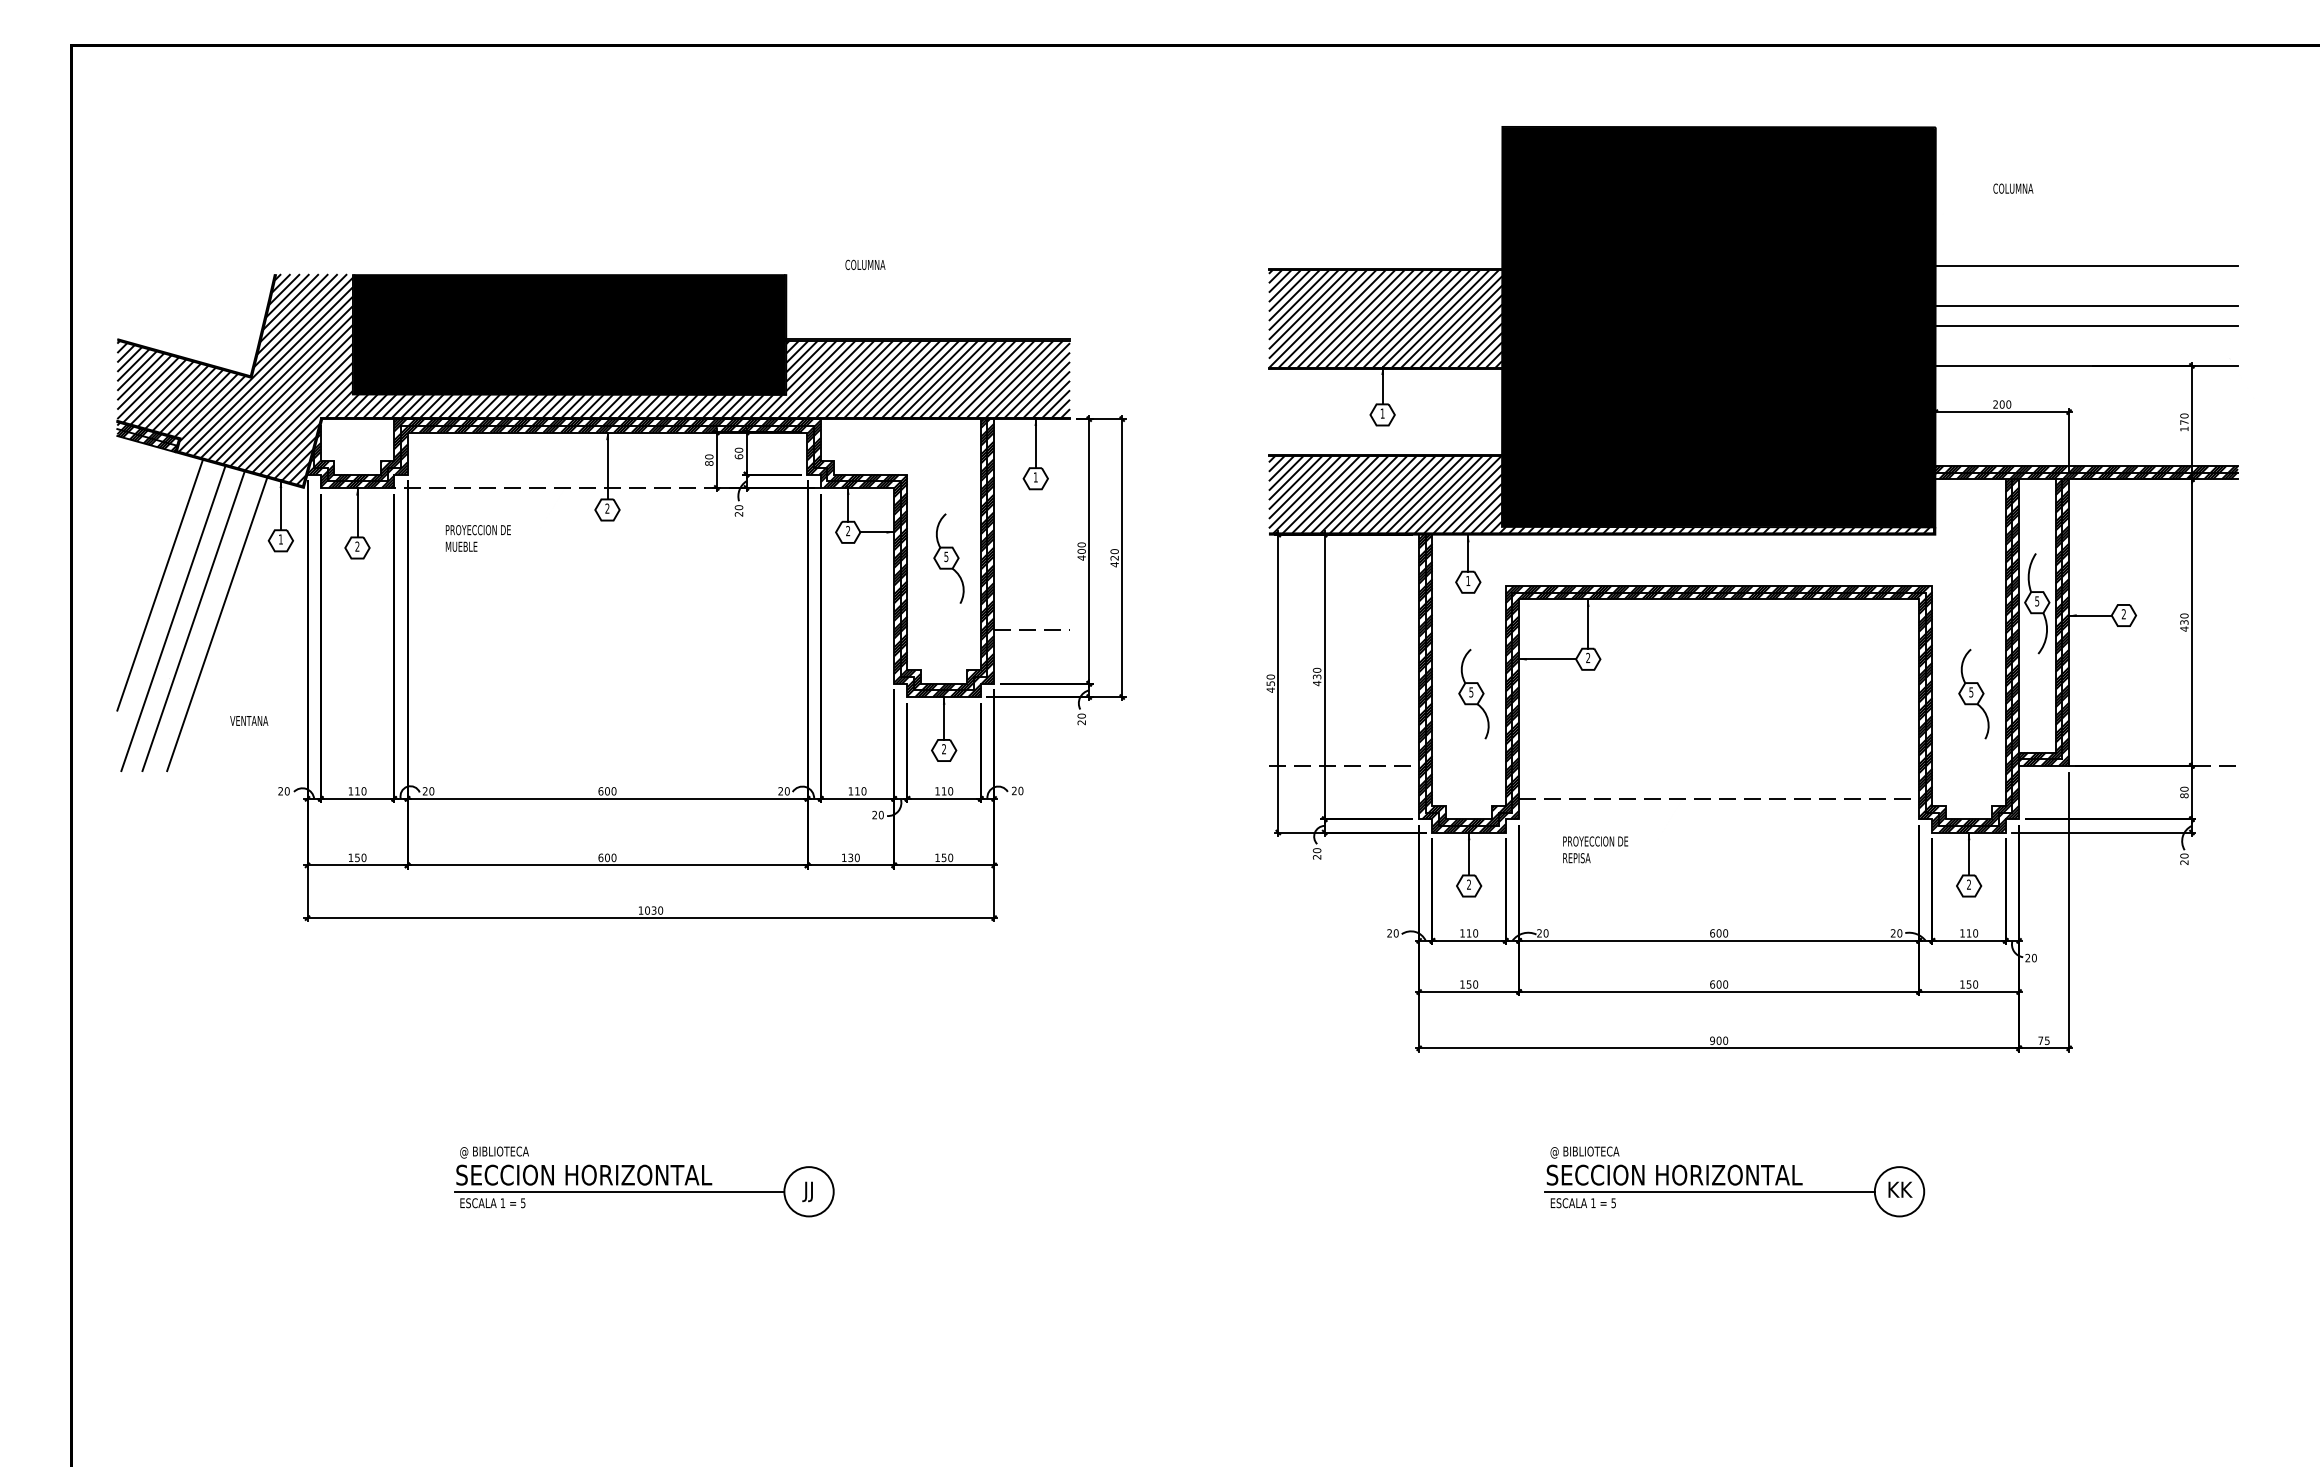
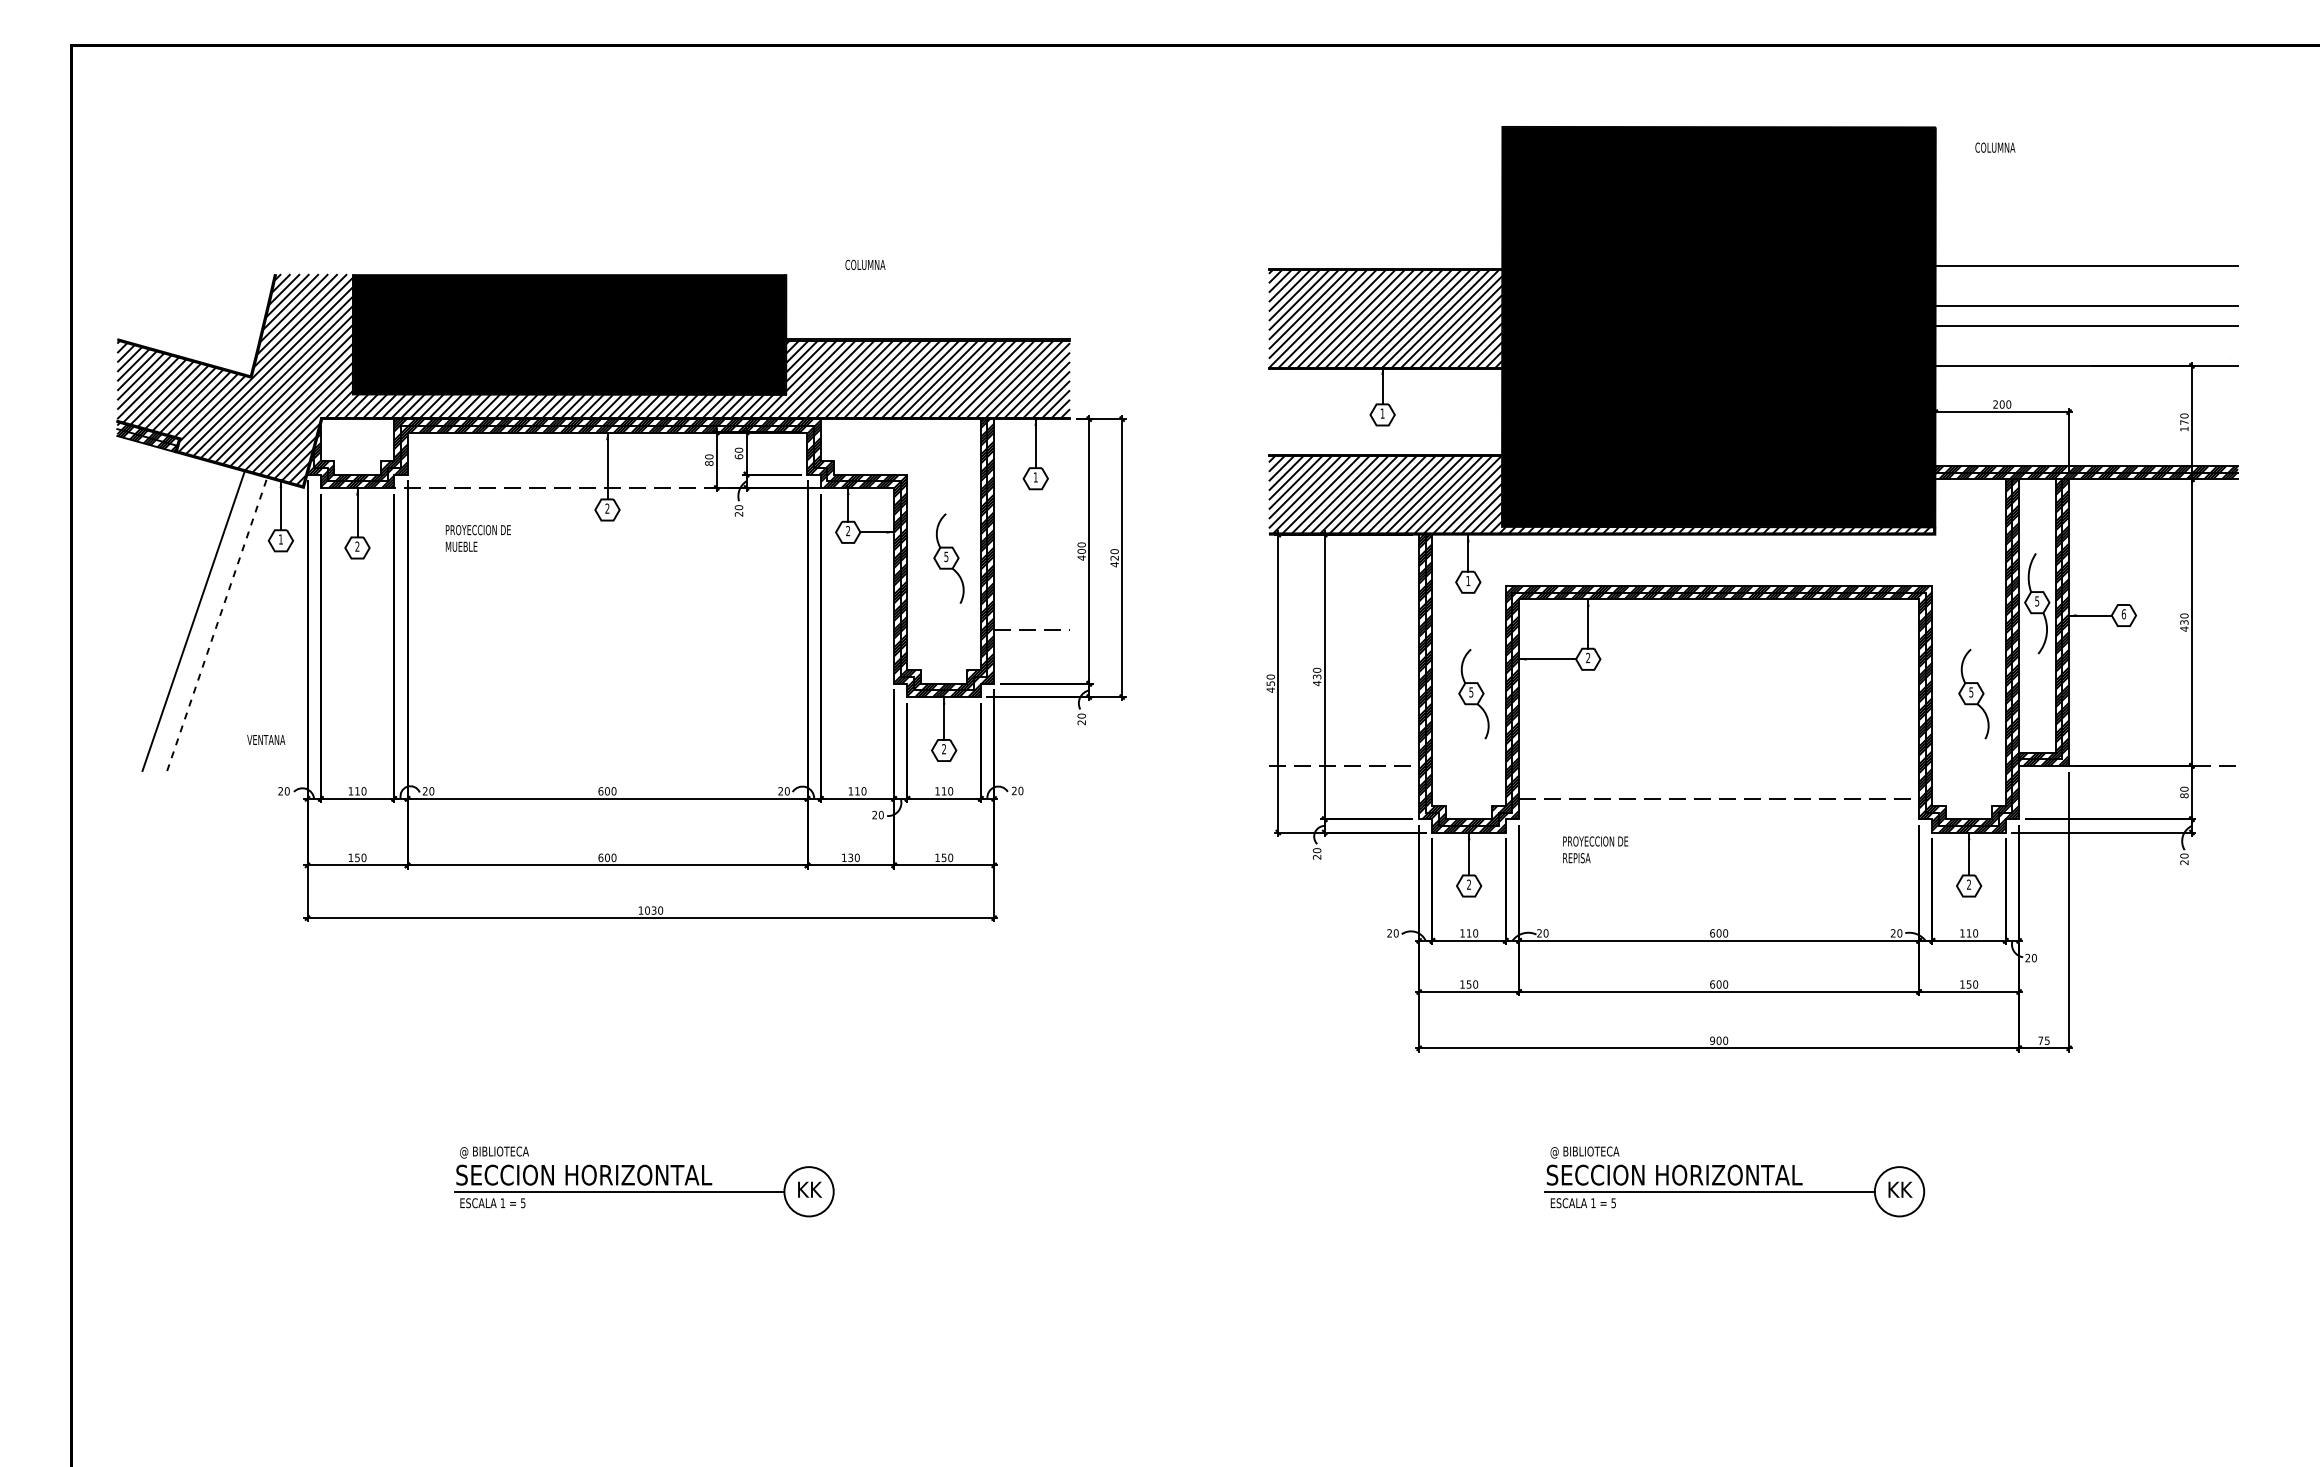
text at (2013, 188) position: (2013, 188) -> (1995, 147)
line at (159, 584): present -> none
text at (2123, 614): 2 -> 6
line at (173, 618): present -> none
line at (217, 624): solid -> dashed
text at (249, 720) position: (249, 720) -> (266, 739)
text at (810, 1191): JJ -> KK
